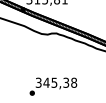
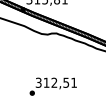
text at (60, 82): 345,38 -> 312,51
